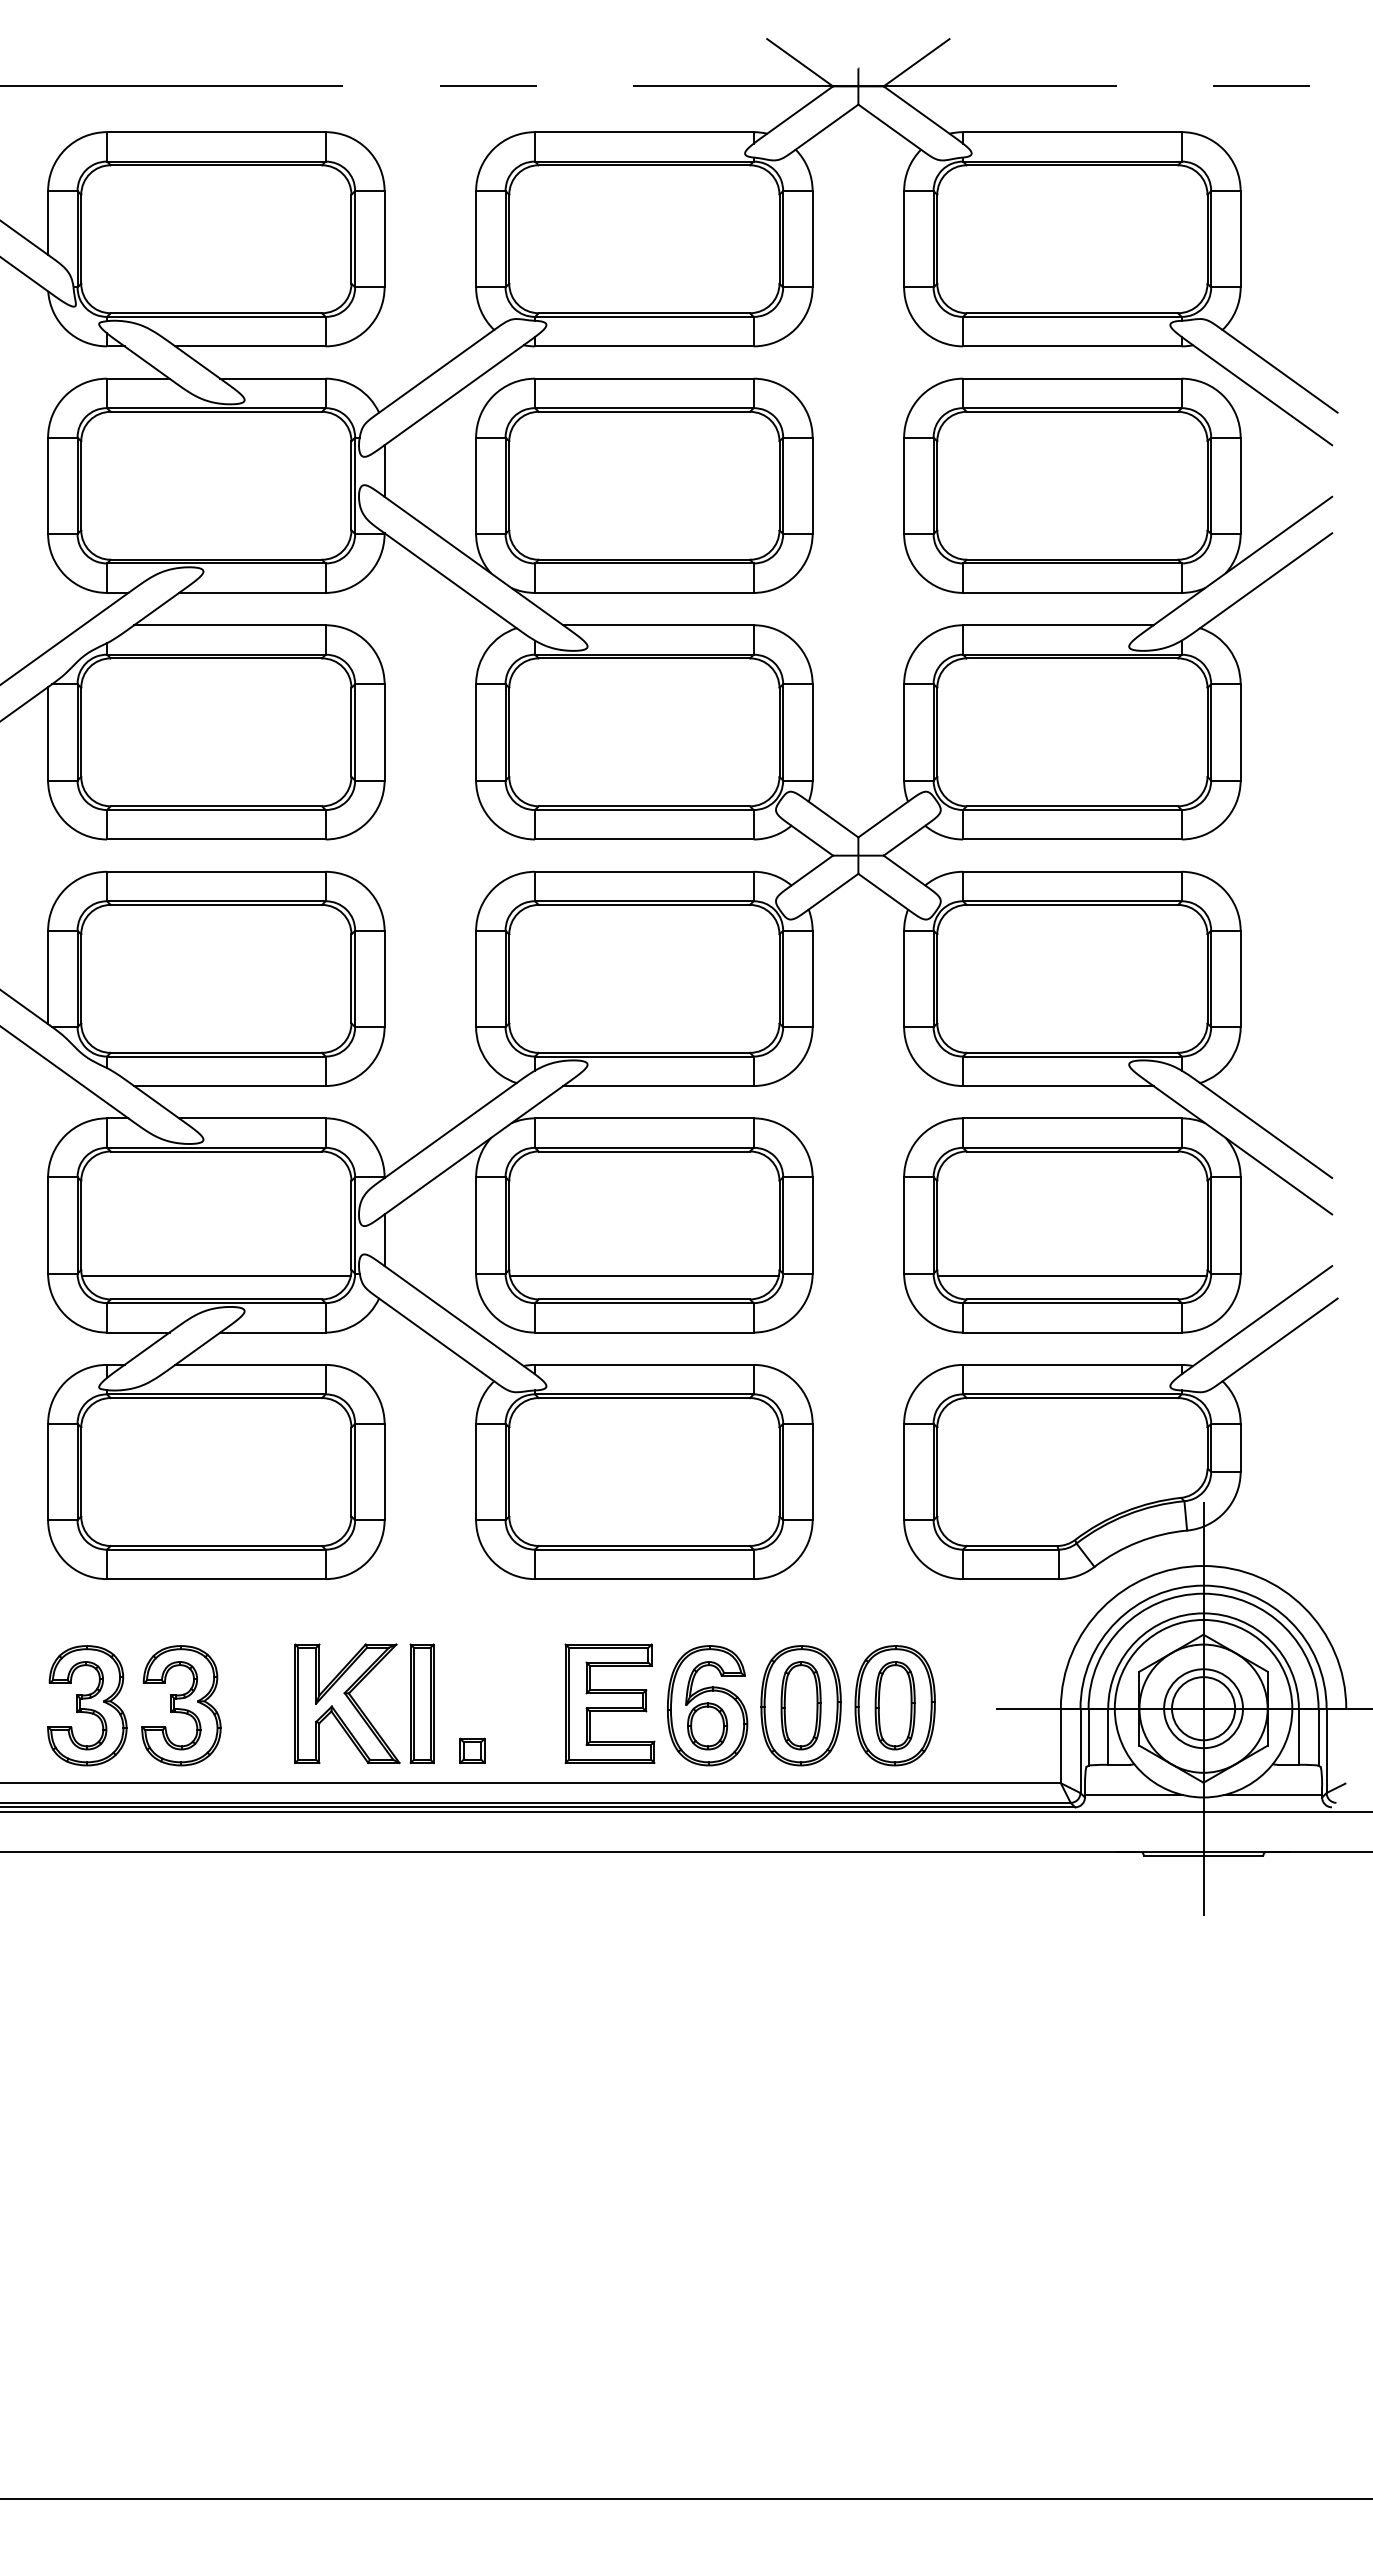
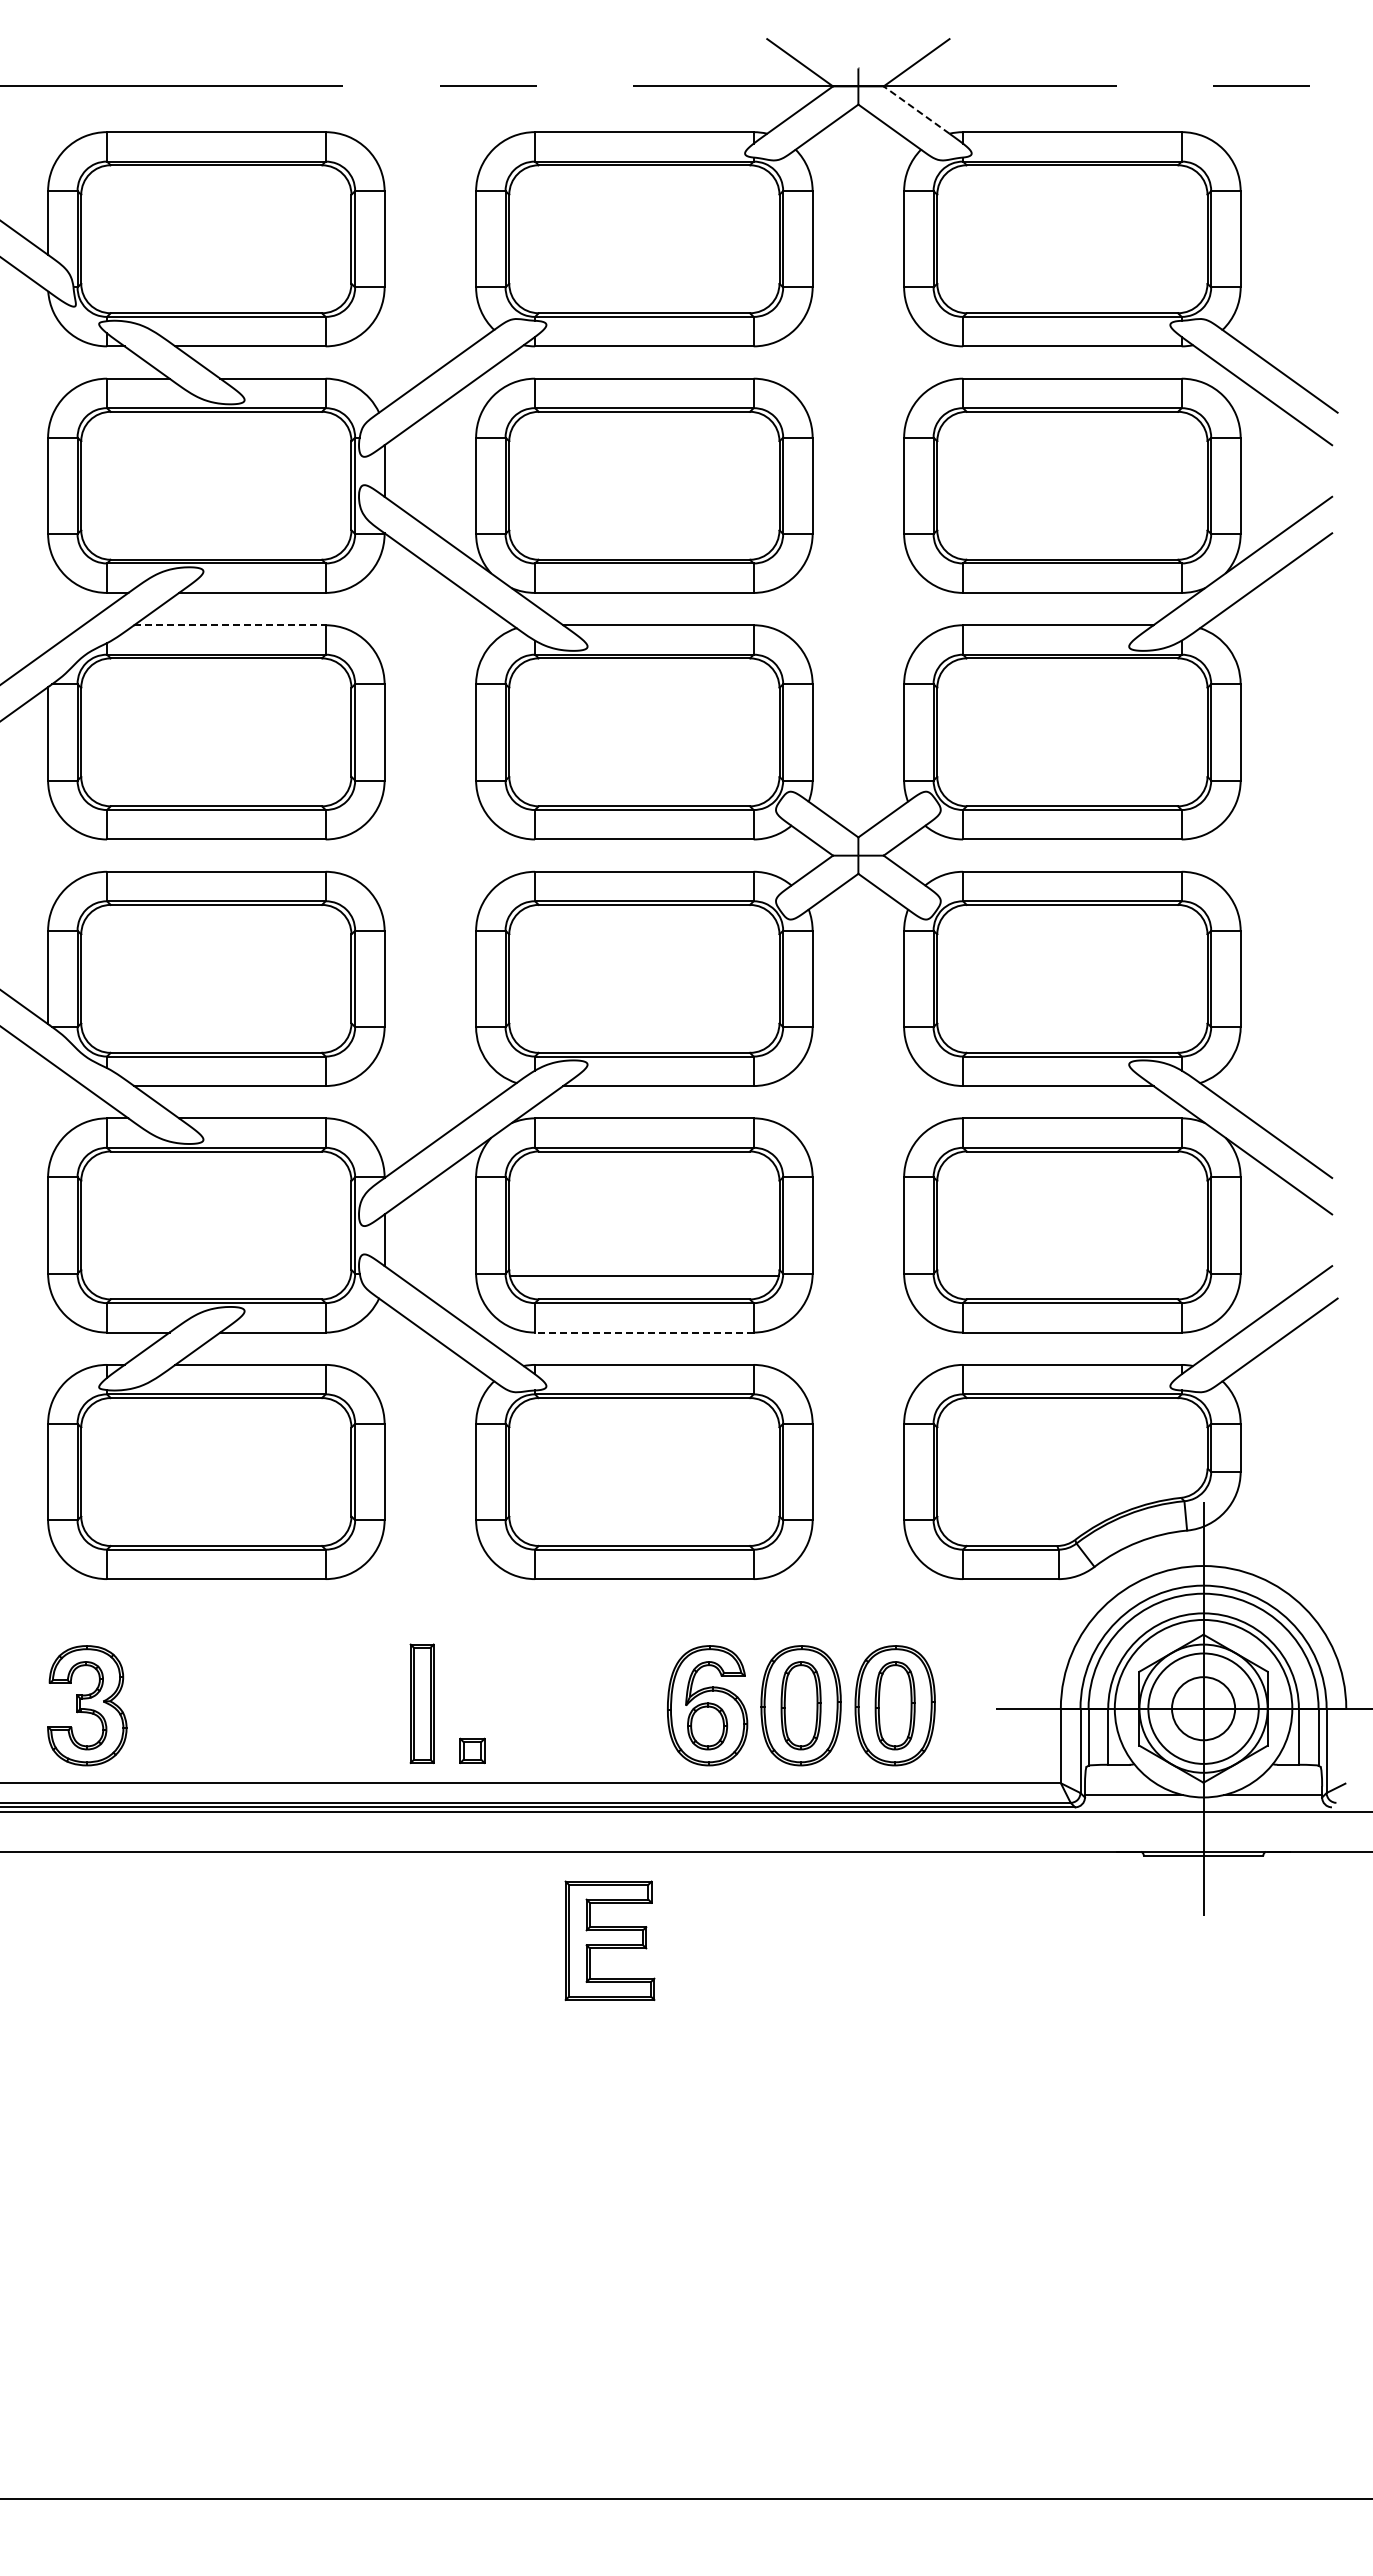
line at (916, 110): solid -> dashed
line at (229, 625): solid -> dashed
line at (216, 1276): present -> none
line at (1072, 1276): present -> none
line at (643, 1332): solid -> dashed
part at (347, 1703): present -> none
part at (609, 1703) position: (609, 1703) -> (609, 1940)
part at (181, 1705): present -> none
circle at (1203, 1708) diameter: 79 px -> 110 px
